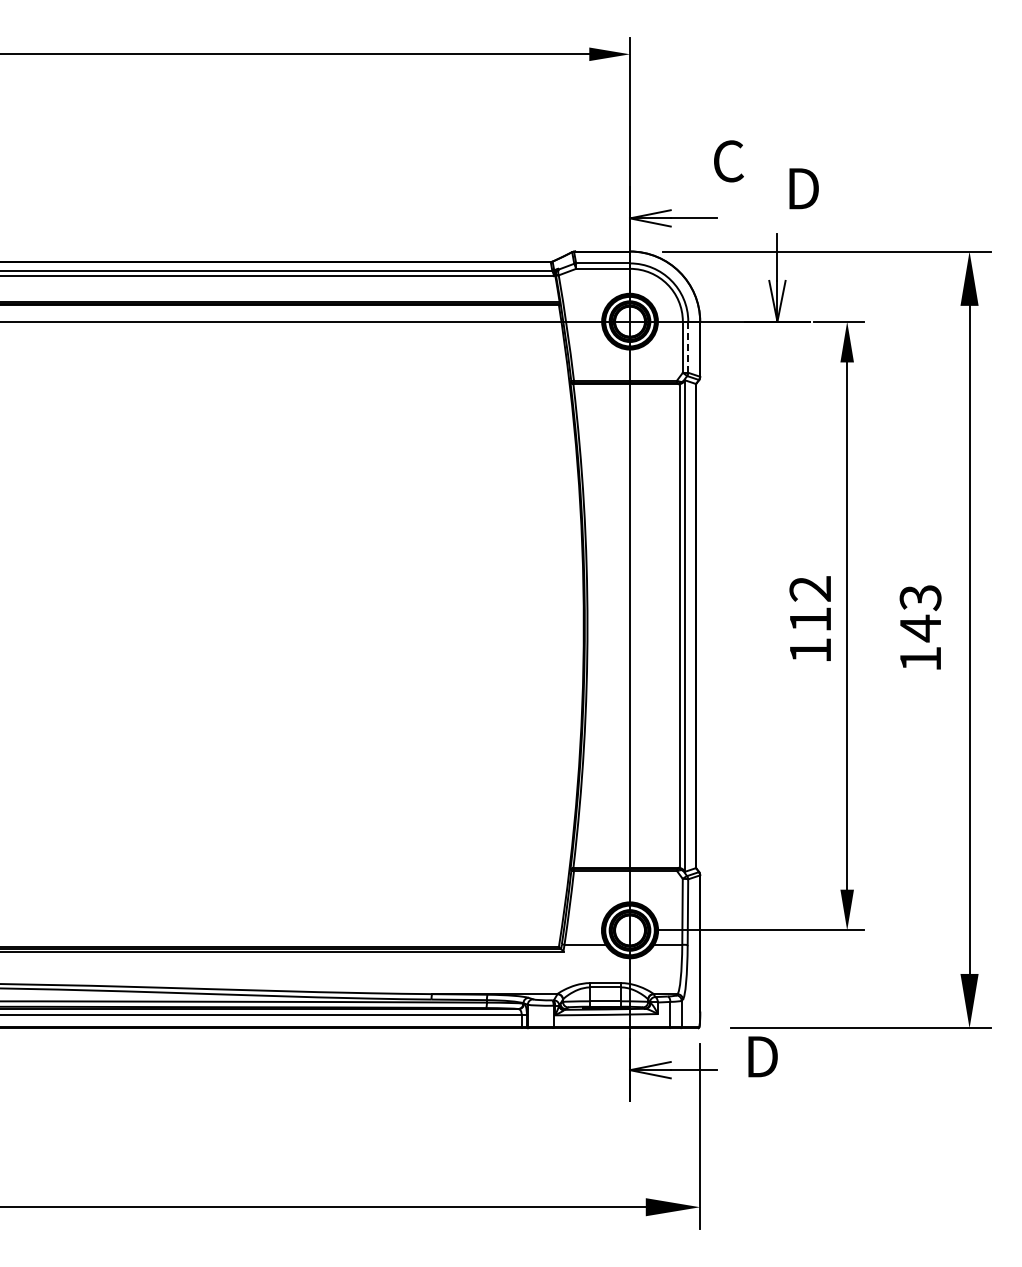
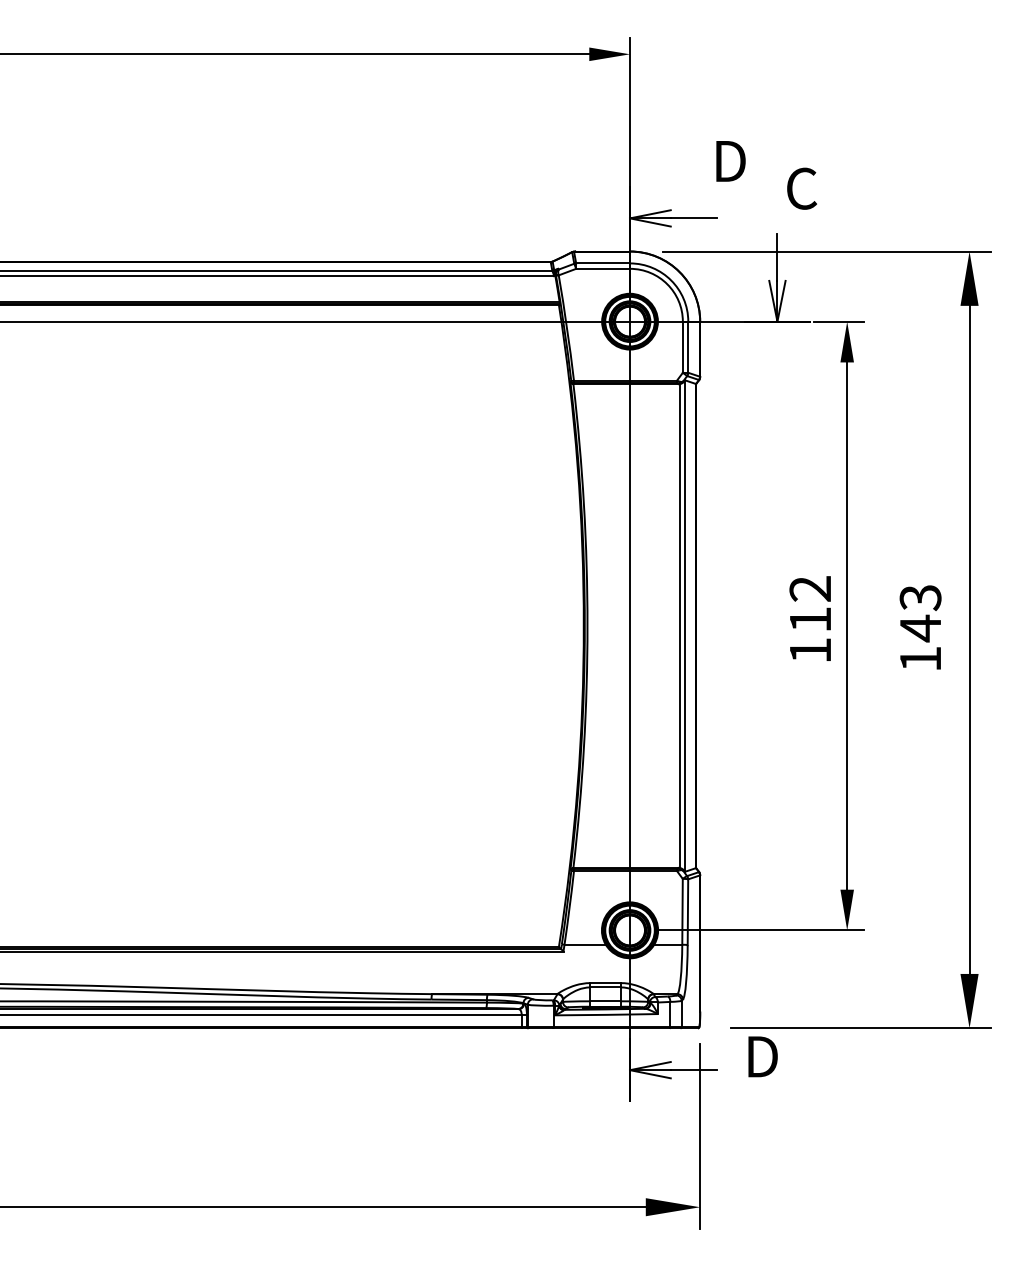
text at (729, 161): C -> D
text at (802, 188): D -> C
line at (688, 347): dashed -> solid
